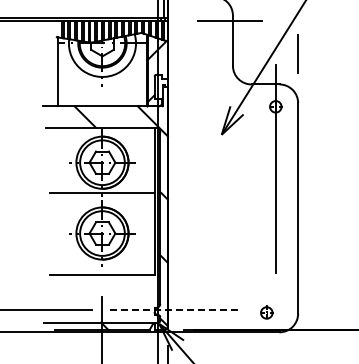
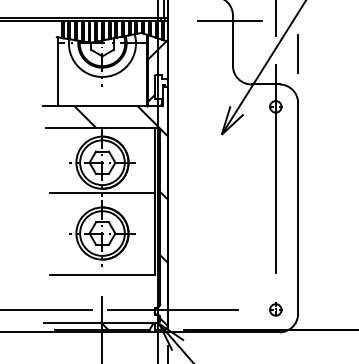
line at (275, 19): none -> present
line at (172, 309): dashed -> solid
part at (266, 312) position: (266, 312) -> (275, 309)
